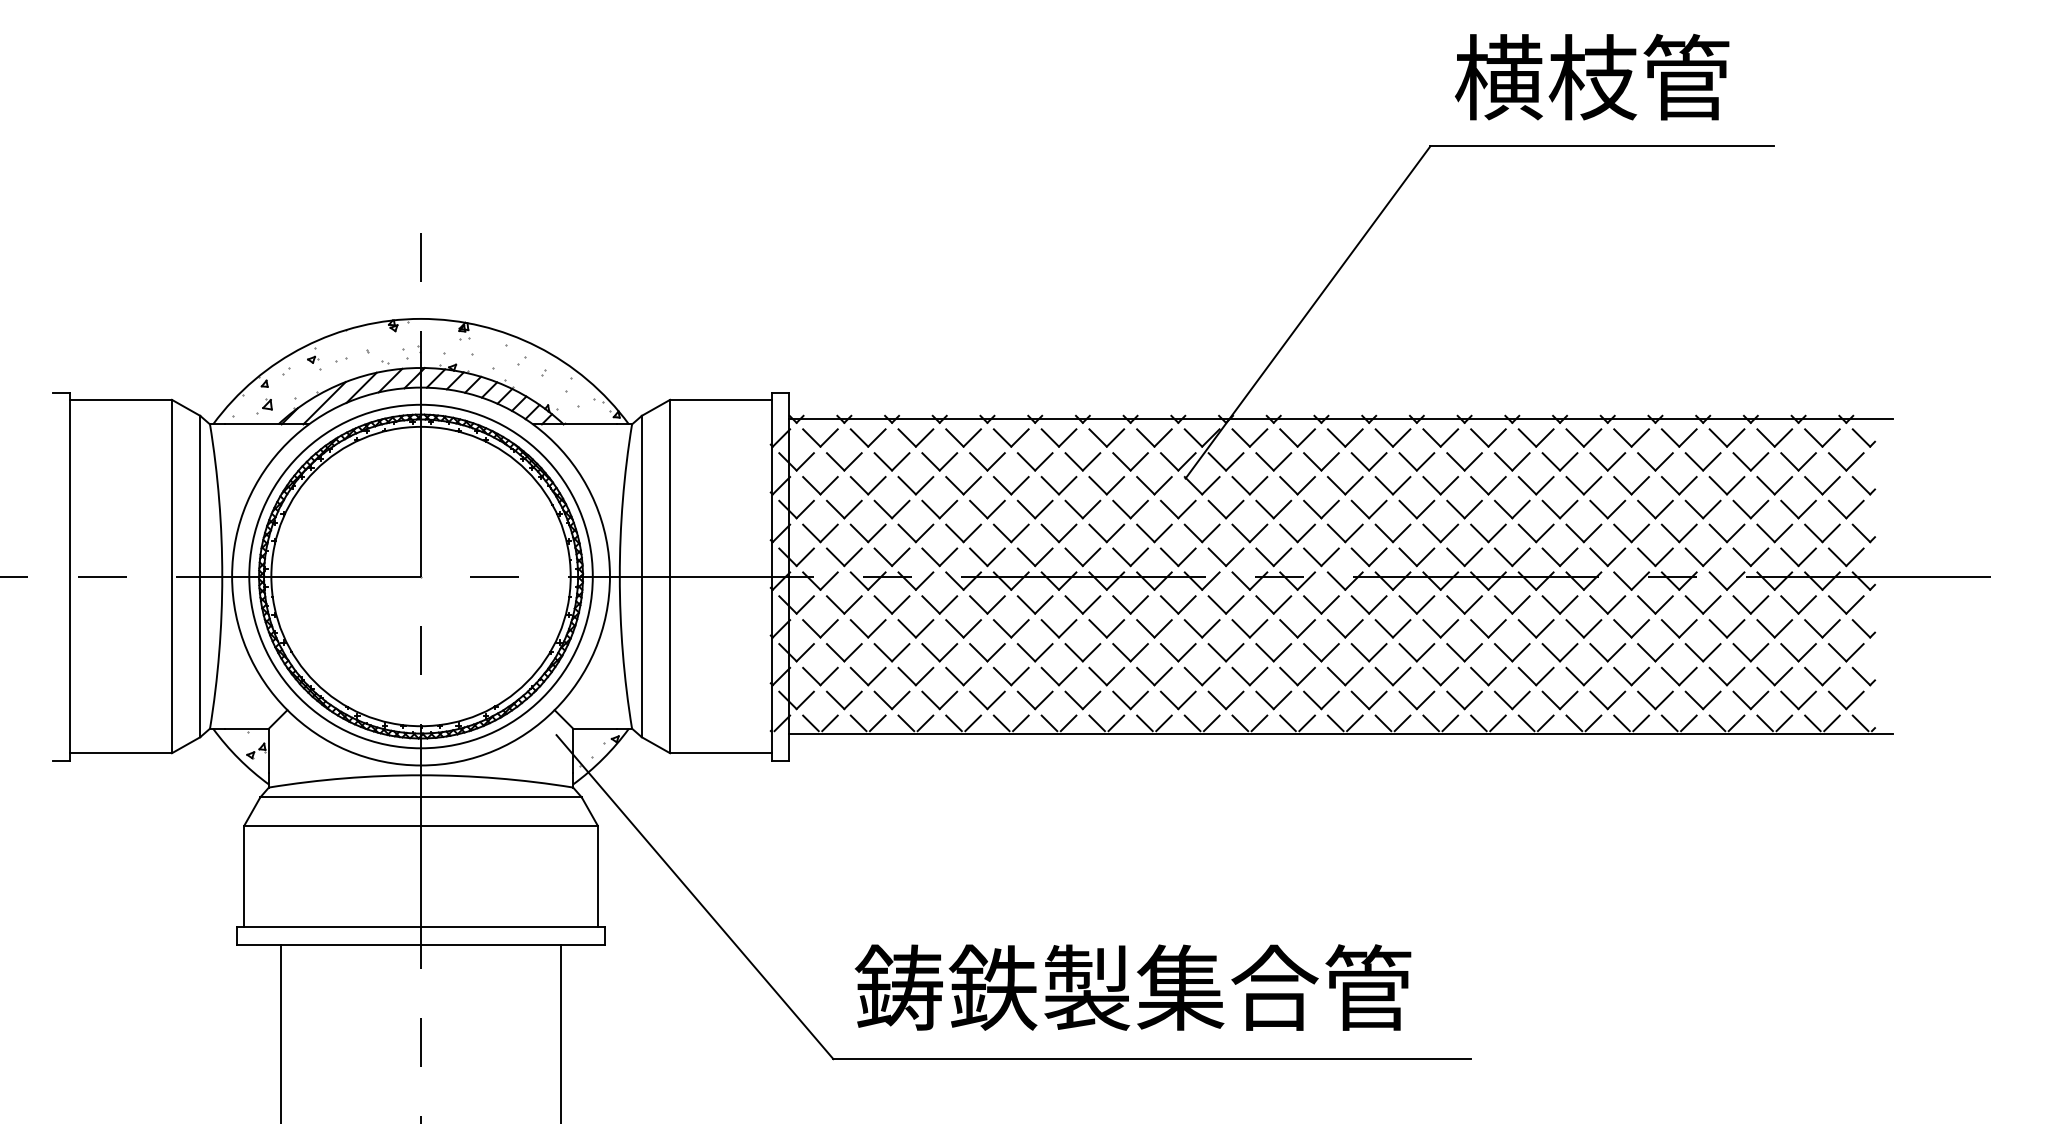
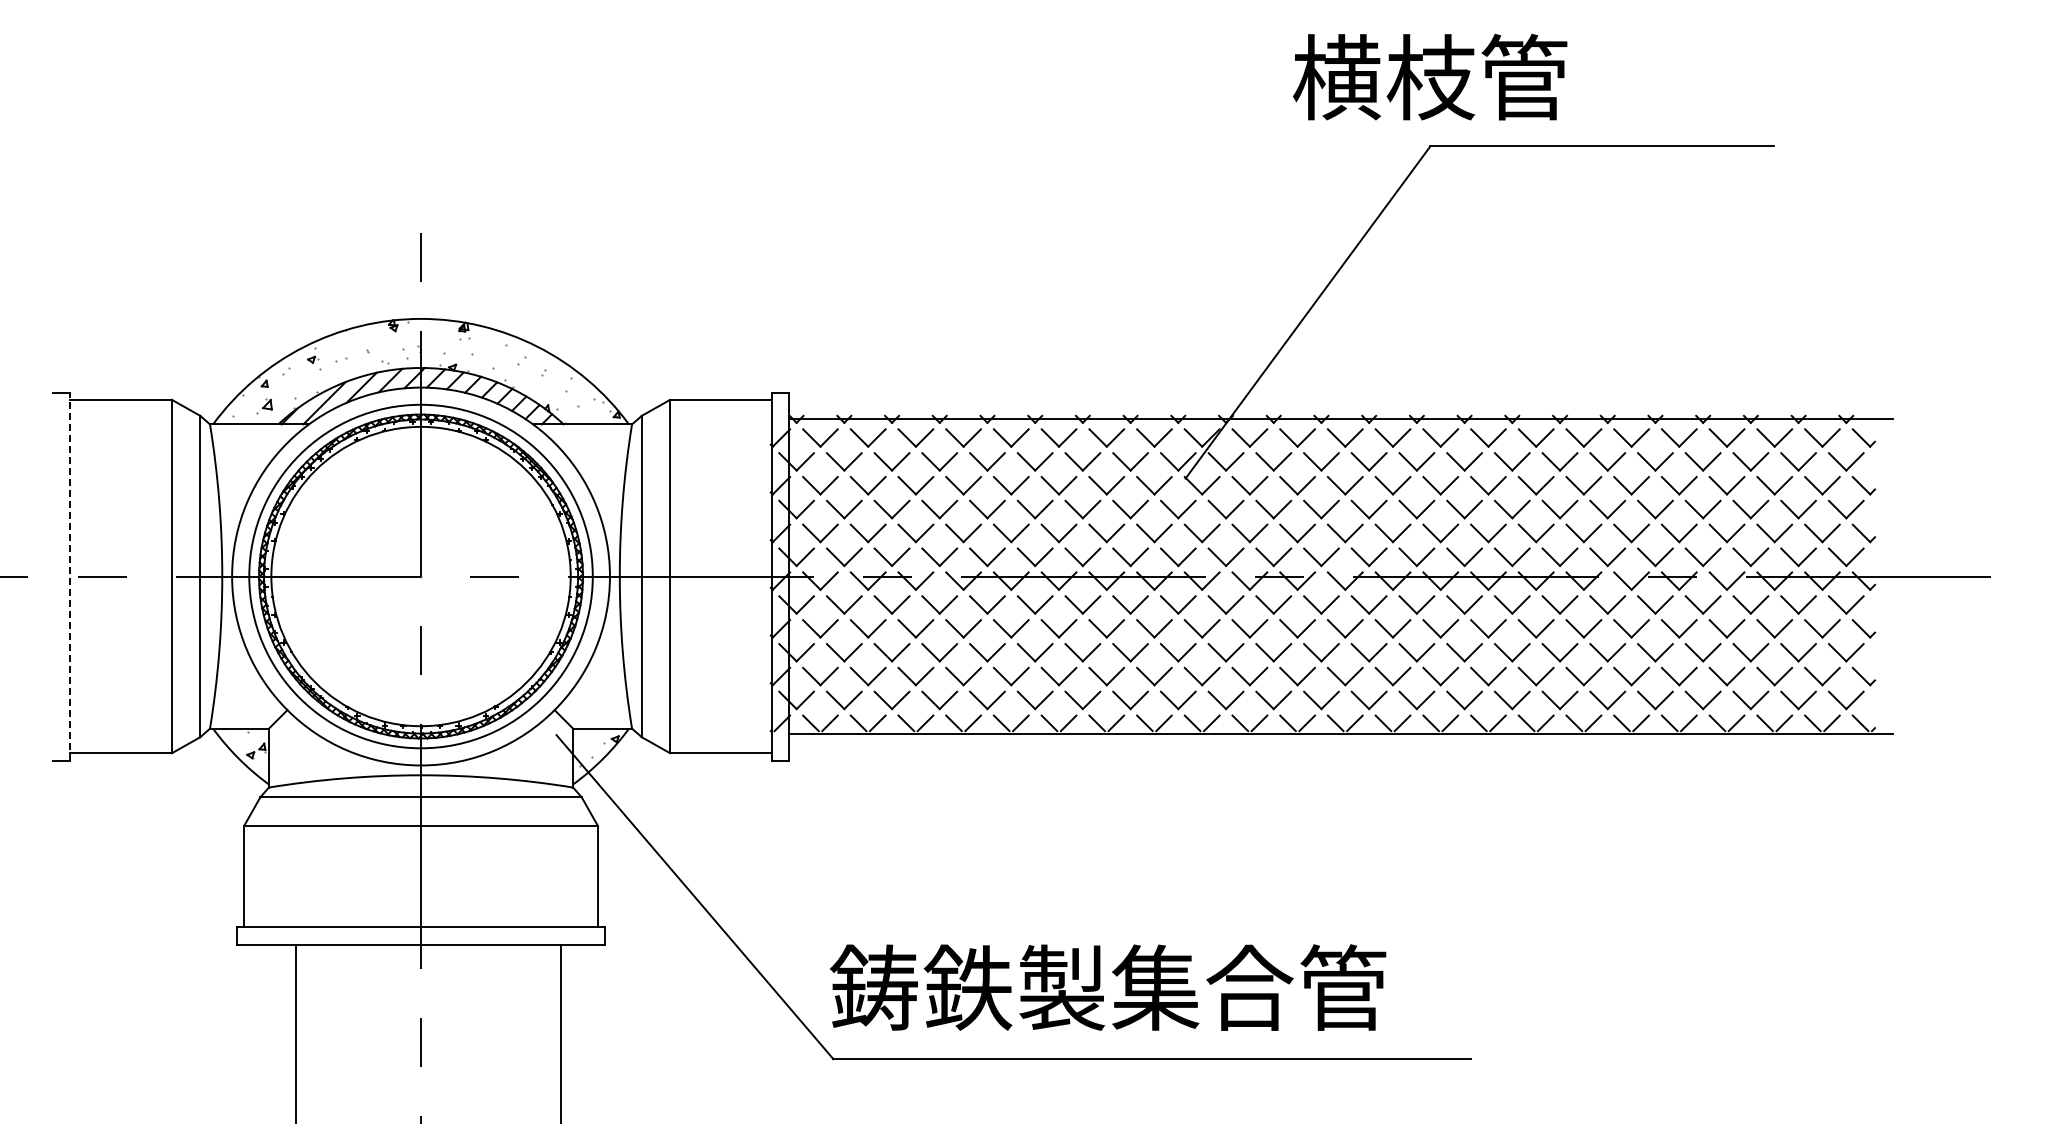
text at (1592, 76) position: (1592, 76) -> (1430, 76)
line at (70, 576): solid -> dashed
text at (1132, 987) position: (1132, 987) -> (1107, 987)
line at (281, 1032) position: (281, 1032) -> (296, 1032)
